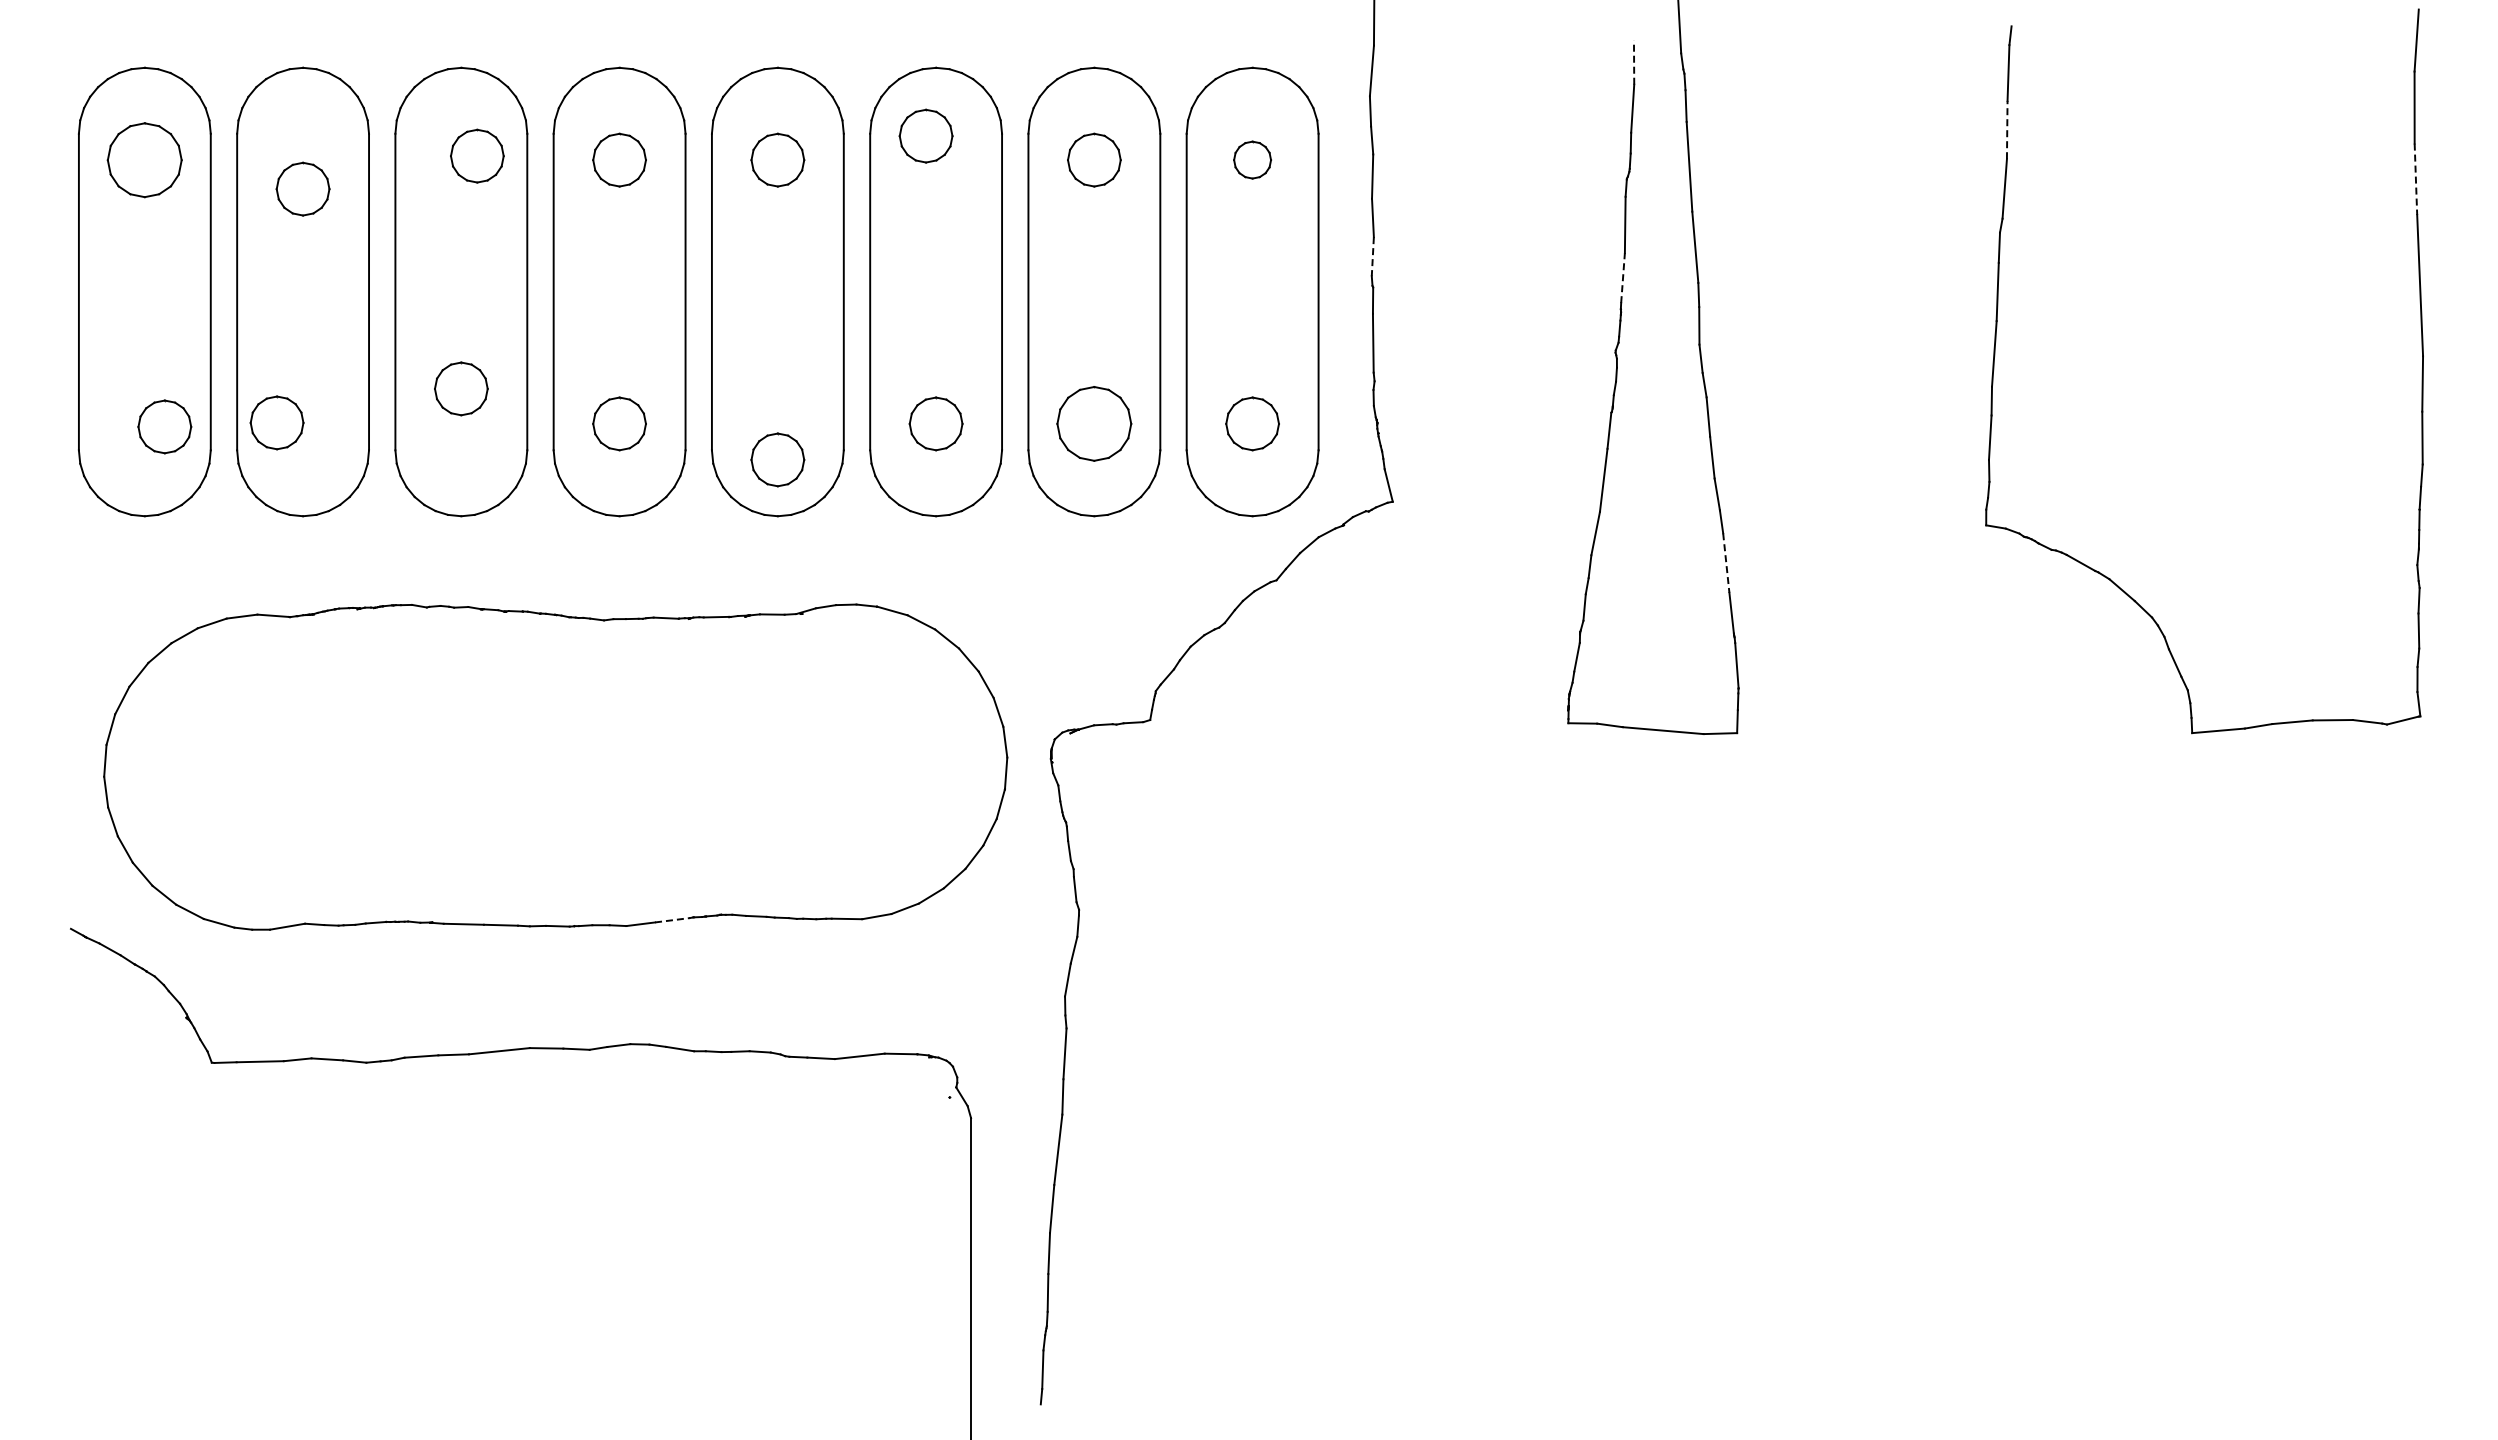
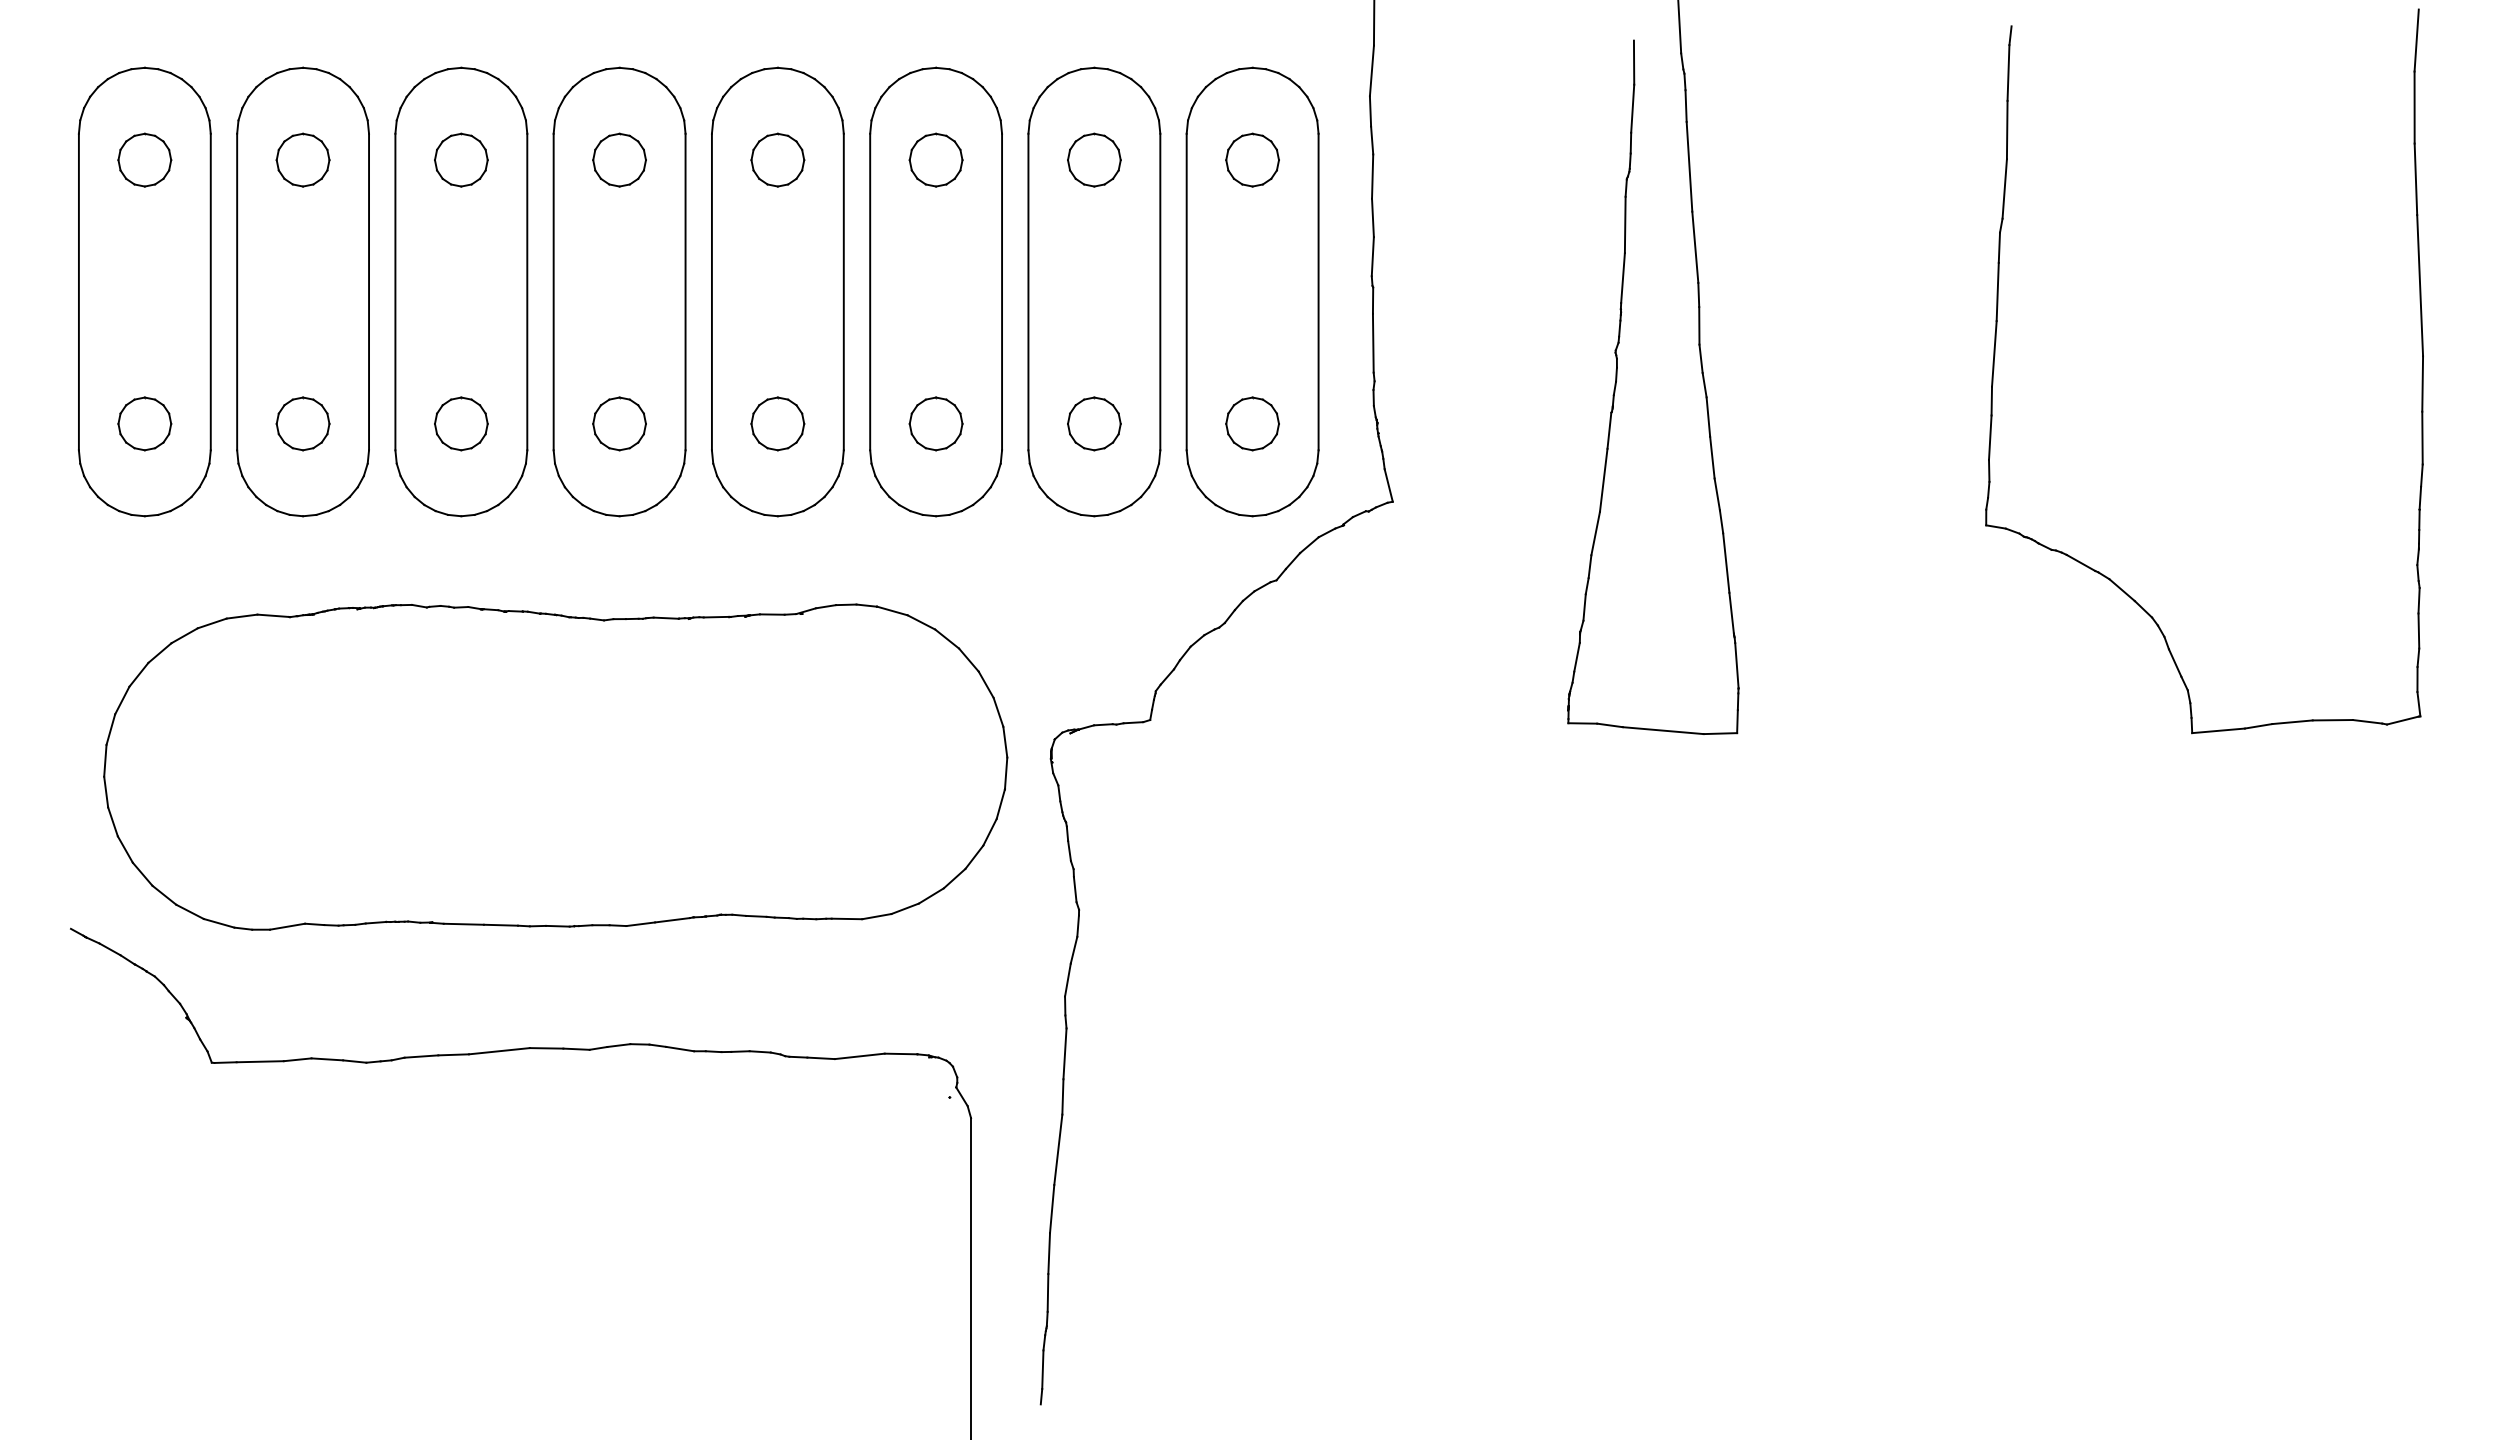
line at (1634, 62): dashed -> solid
line at (2007, 129): dashed -> solid
part at (925, 135) position: (925, 135) -> (935, 159)
part at (477, 155) position: (477, 155) -> (461, 159)
part at (1252, 159) size: 39x40 px -> 55x56 px
part at (144, 160) size: 77x77 px -> 56x56 px
line at (2415, 179): dashed -> solid
part at (302, 188) position: (302, 188) -> (302, 159)
line at (1372, 256): dashed -> solid
line at (1623, 277): dashed -> solid
part at (461, 388) position: (461, 388) -> (461, 423)
part at (276, 422) position: (276, 422) -> (302, 423)
part at (1094, 423) size: 77x76 px -> 55x56 px
part at (164, 426) position: (164, 426) -> (144, 423)
part at (777, 459) position: (777, 459) -> (777, 423)
line at (1726, 563): dashed -> solid
line at (672, 920): dashed -> solid
